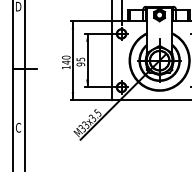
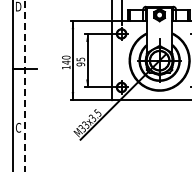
line at (24, 85): solid -> dashed
